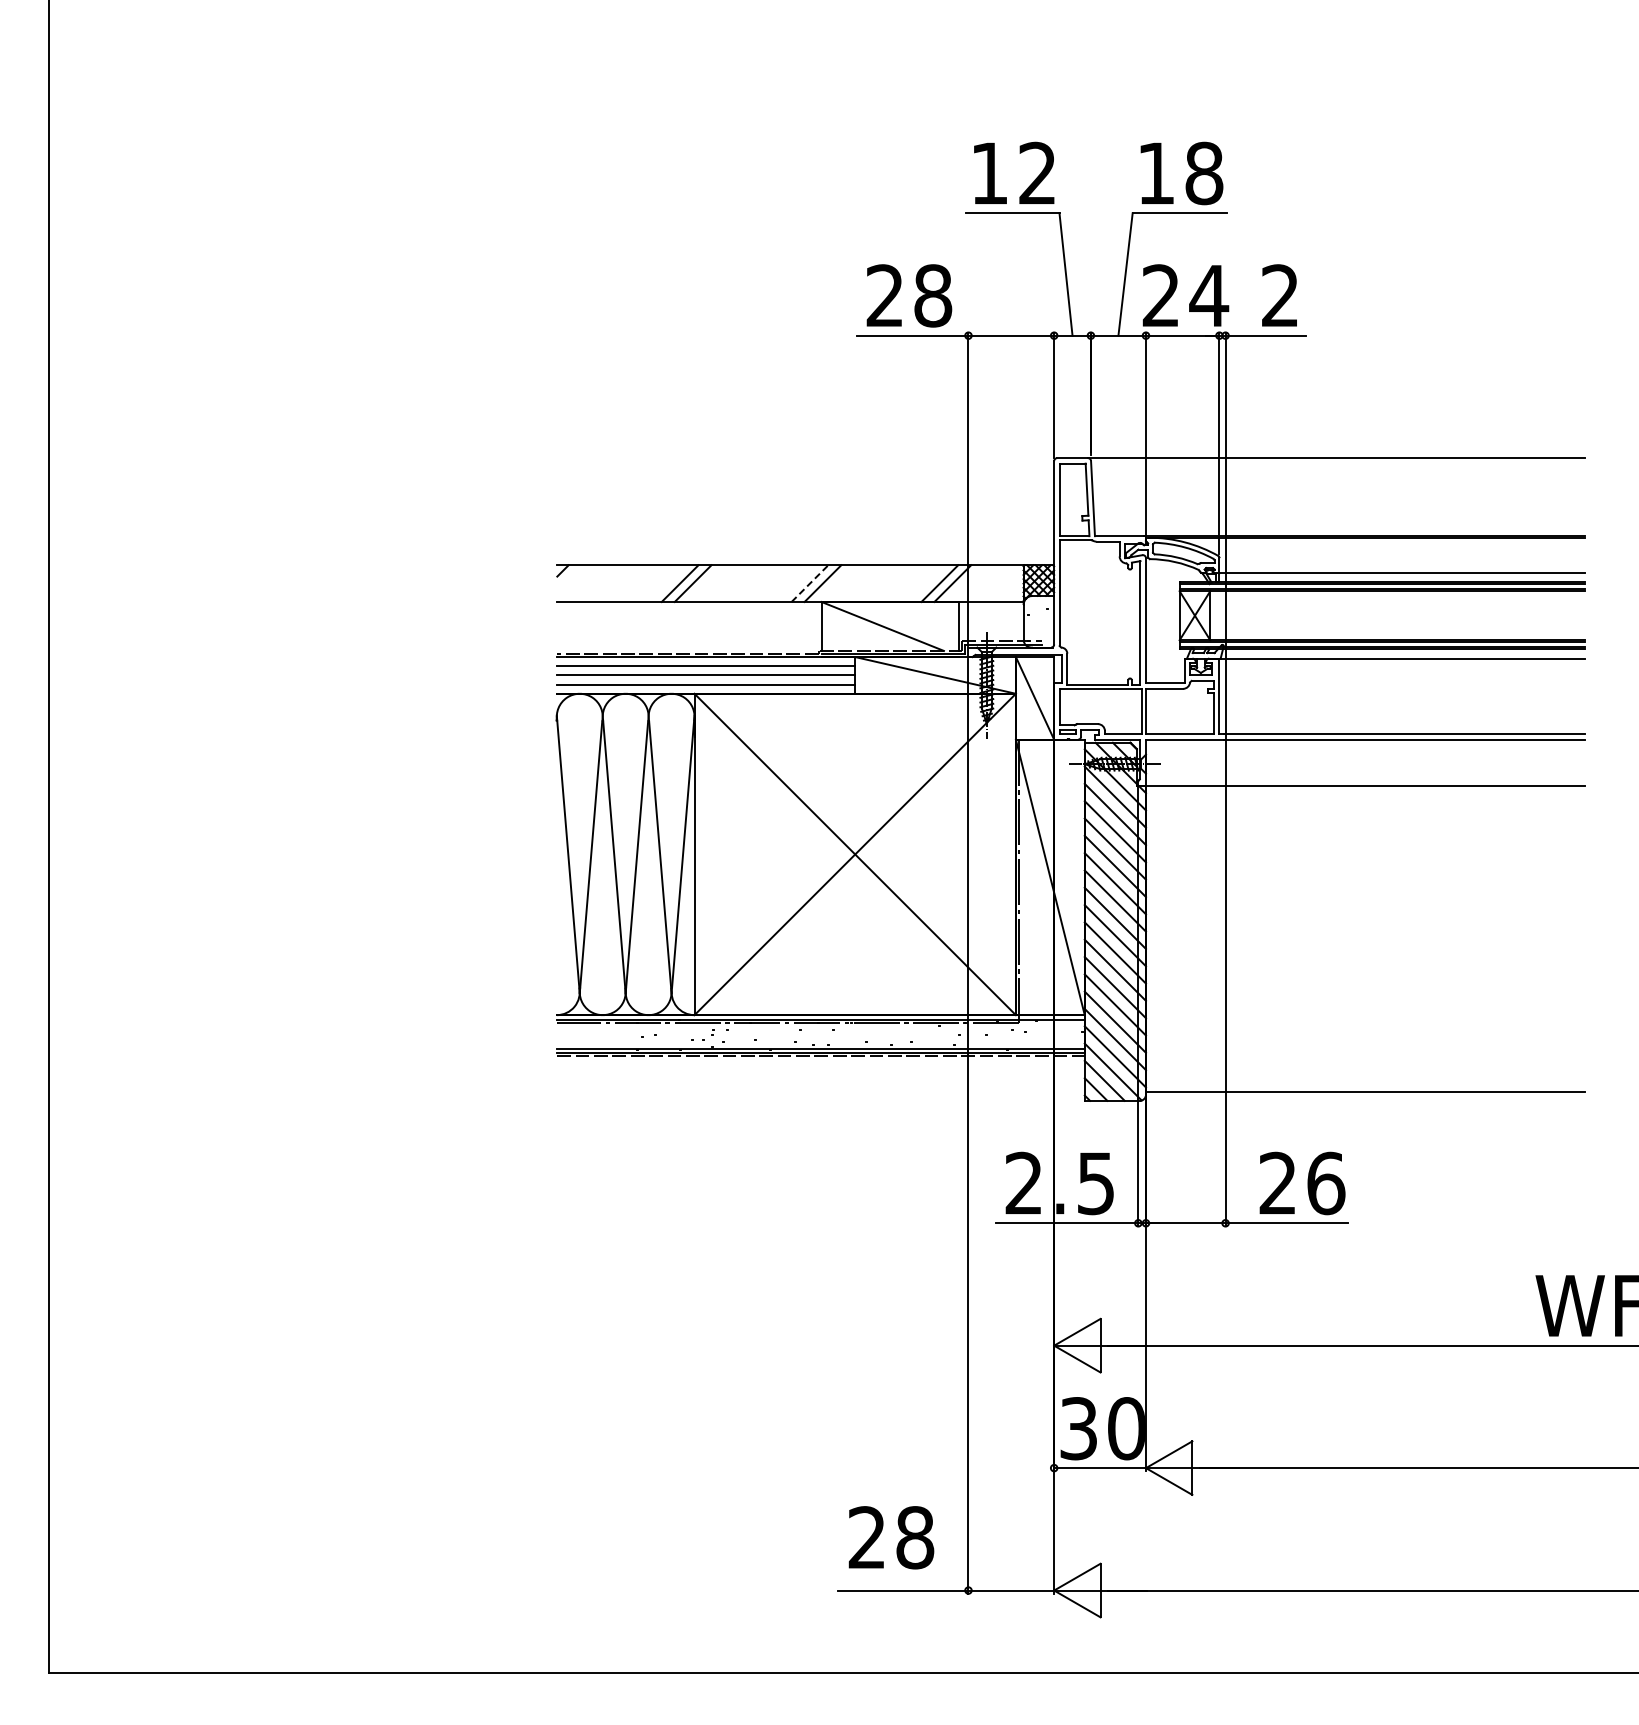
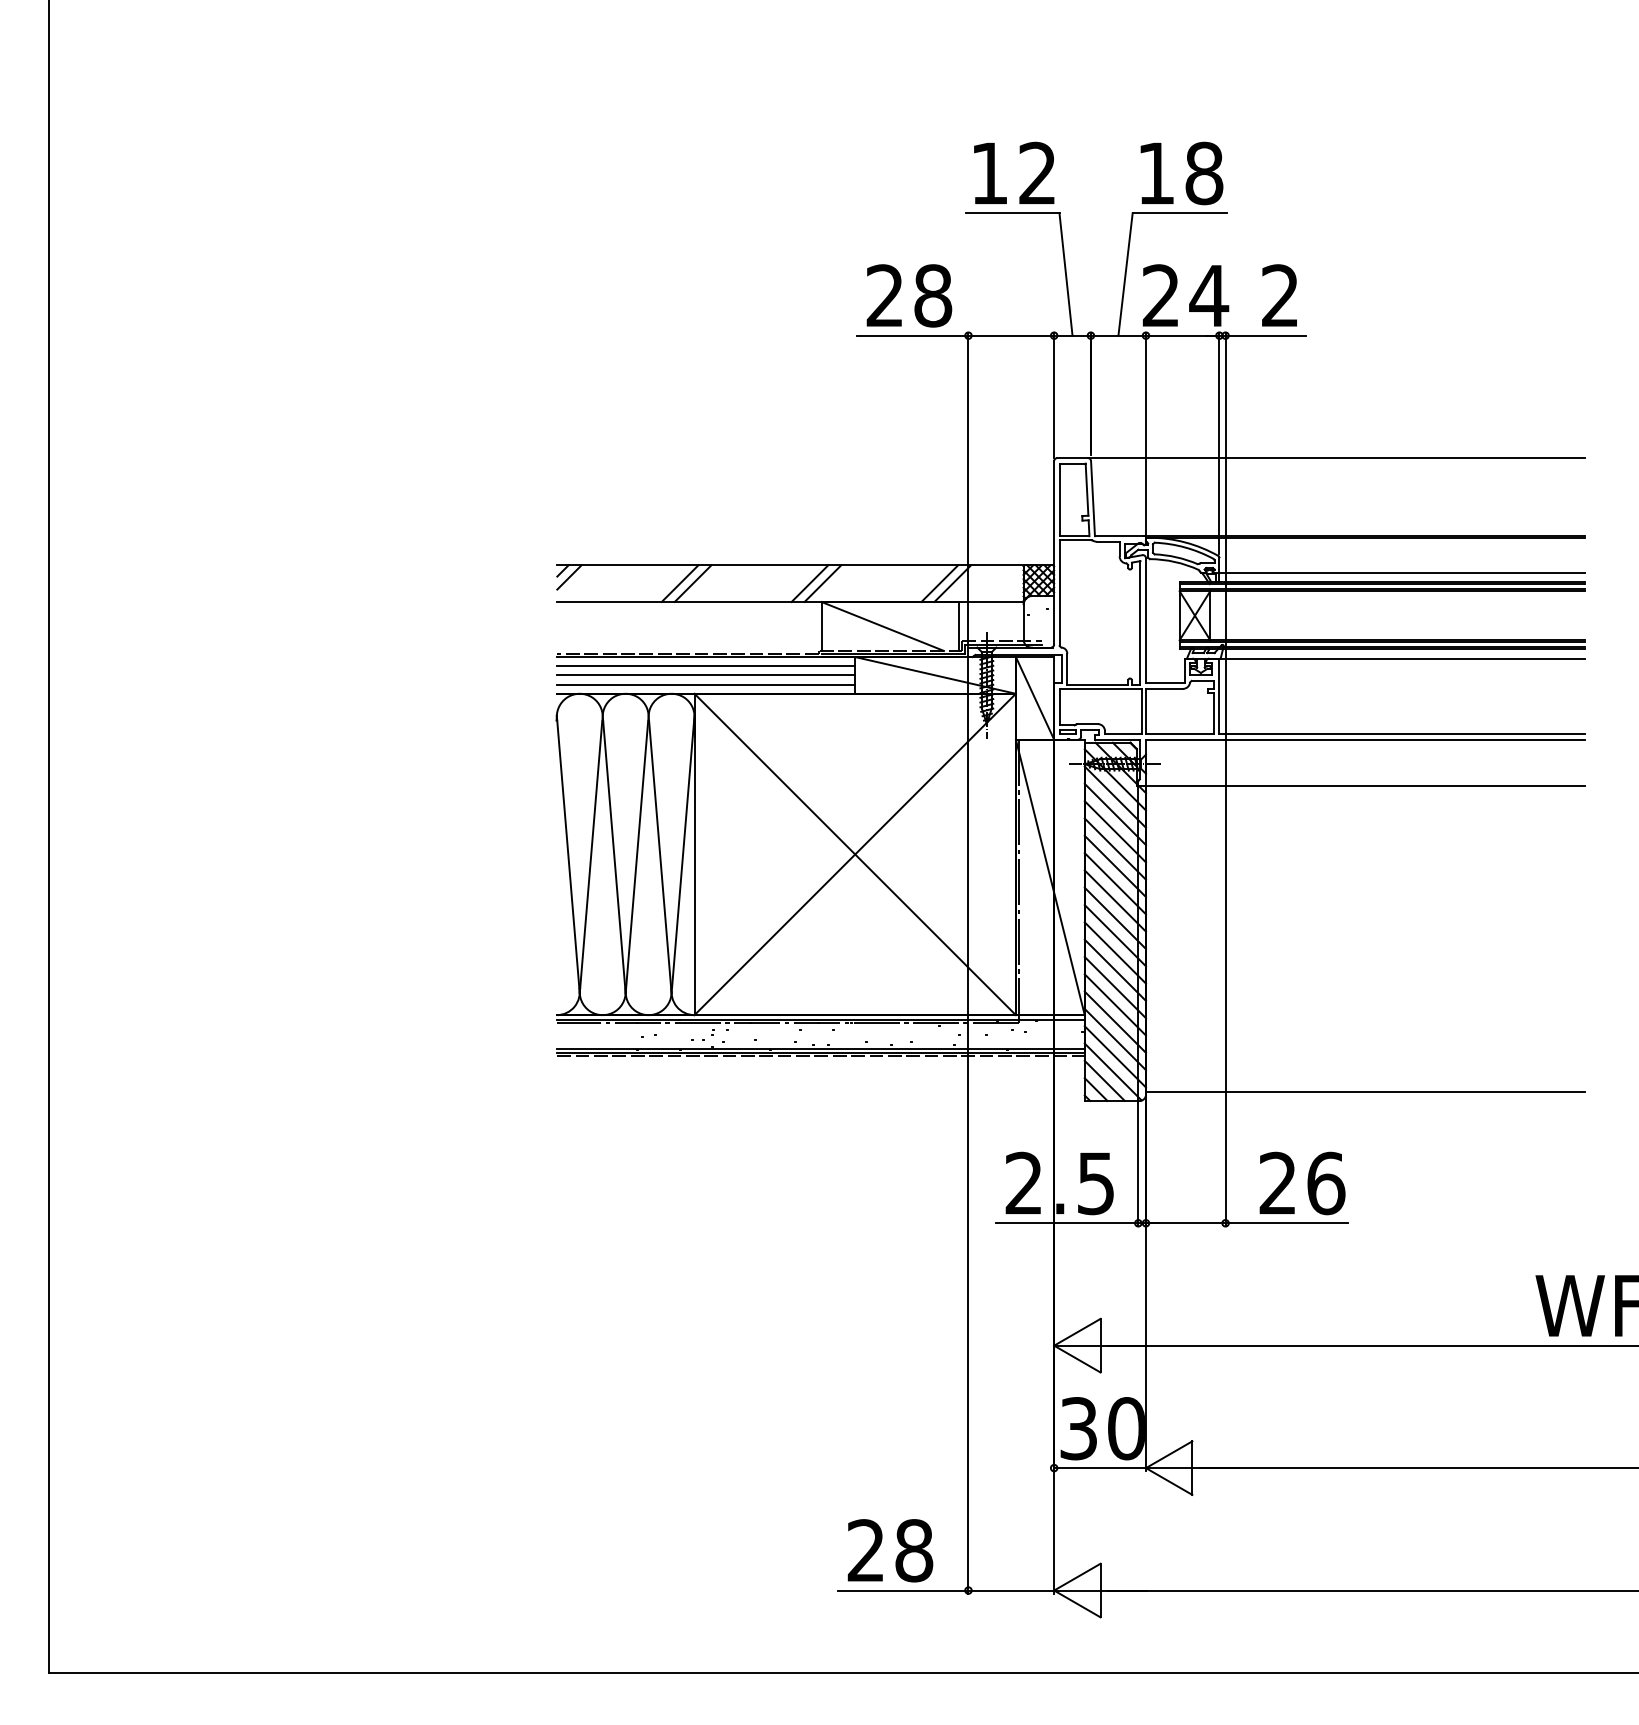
line at (569, 577): none -> present
line at (809, 583): dashed -> solid
text at (891, 1537) position: (891, 1537) -> (890, 1550)
